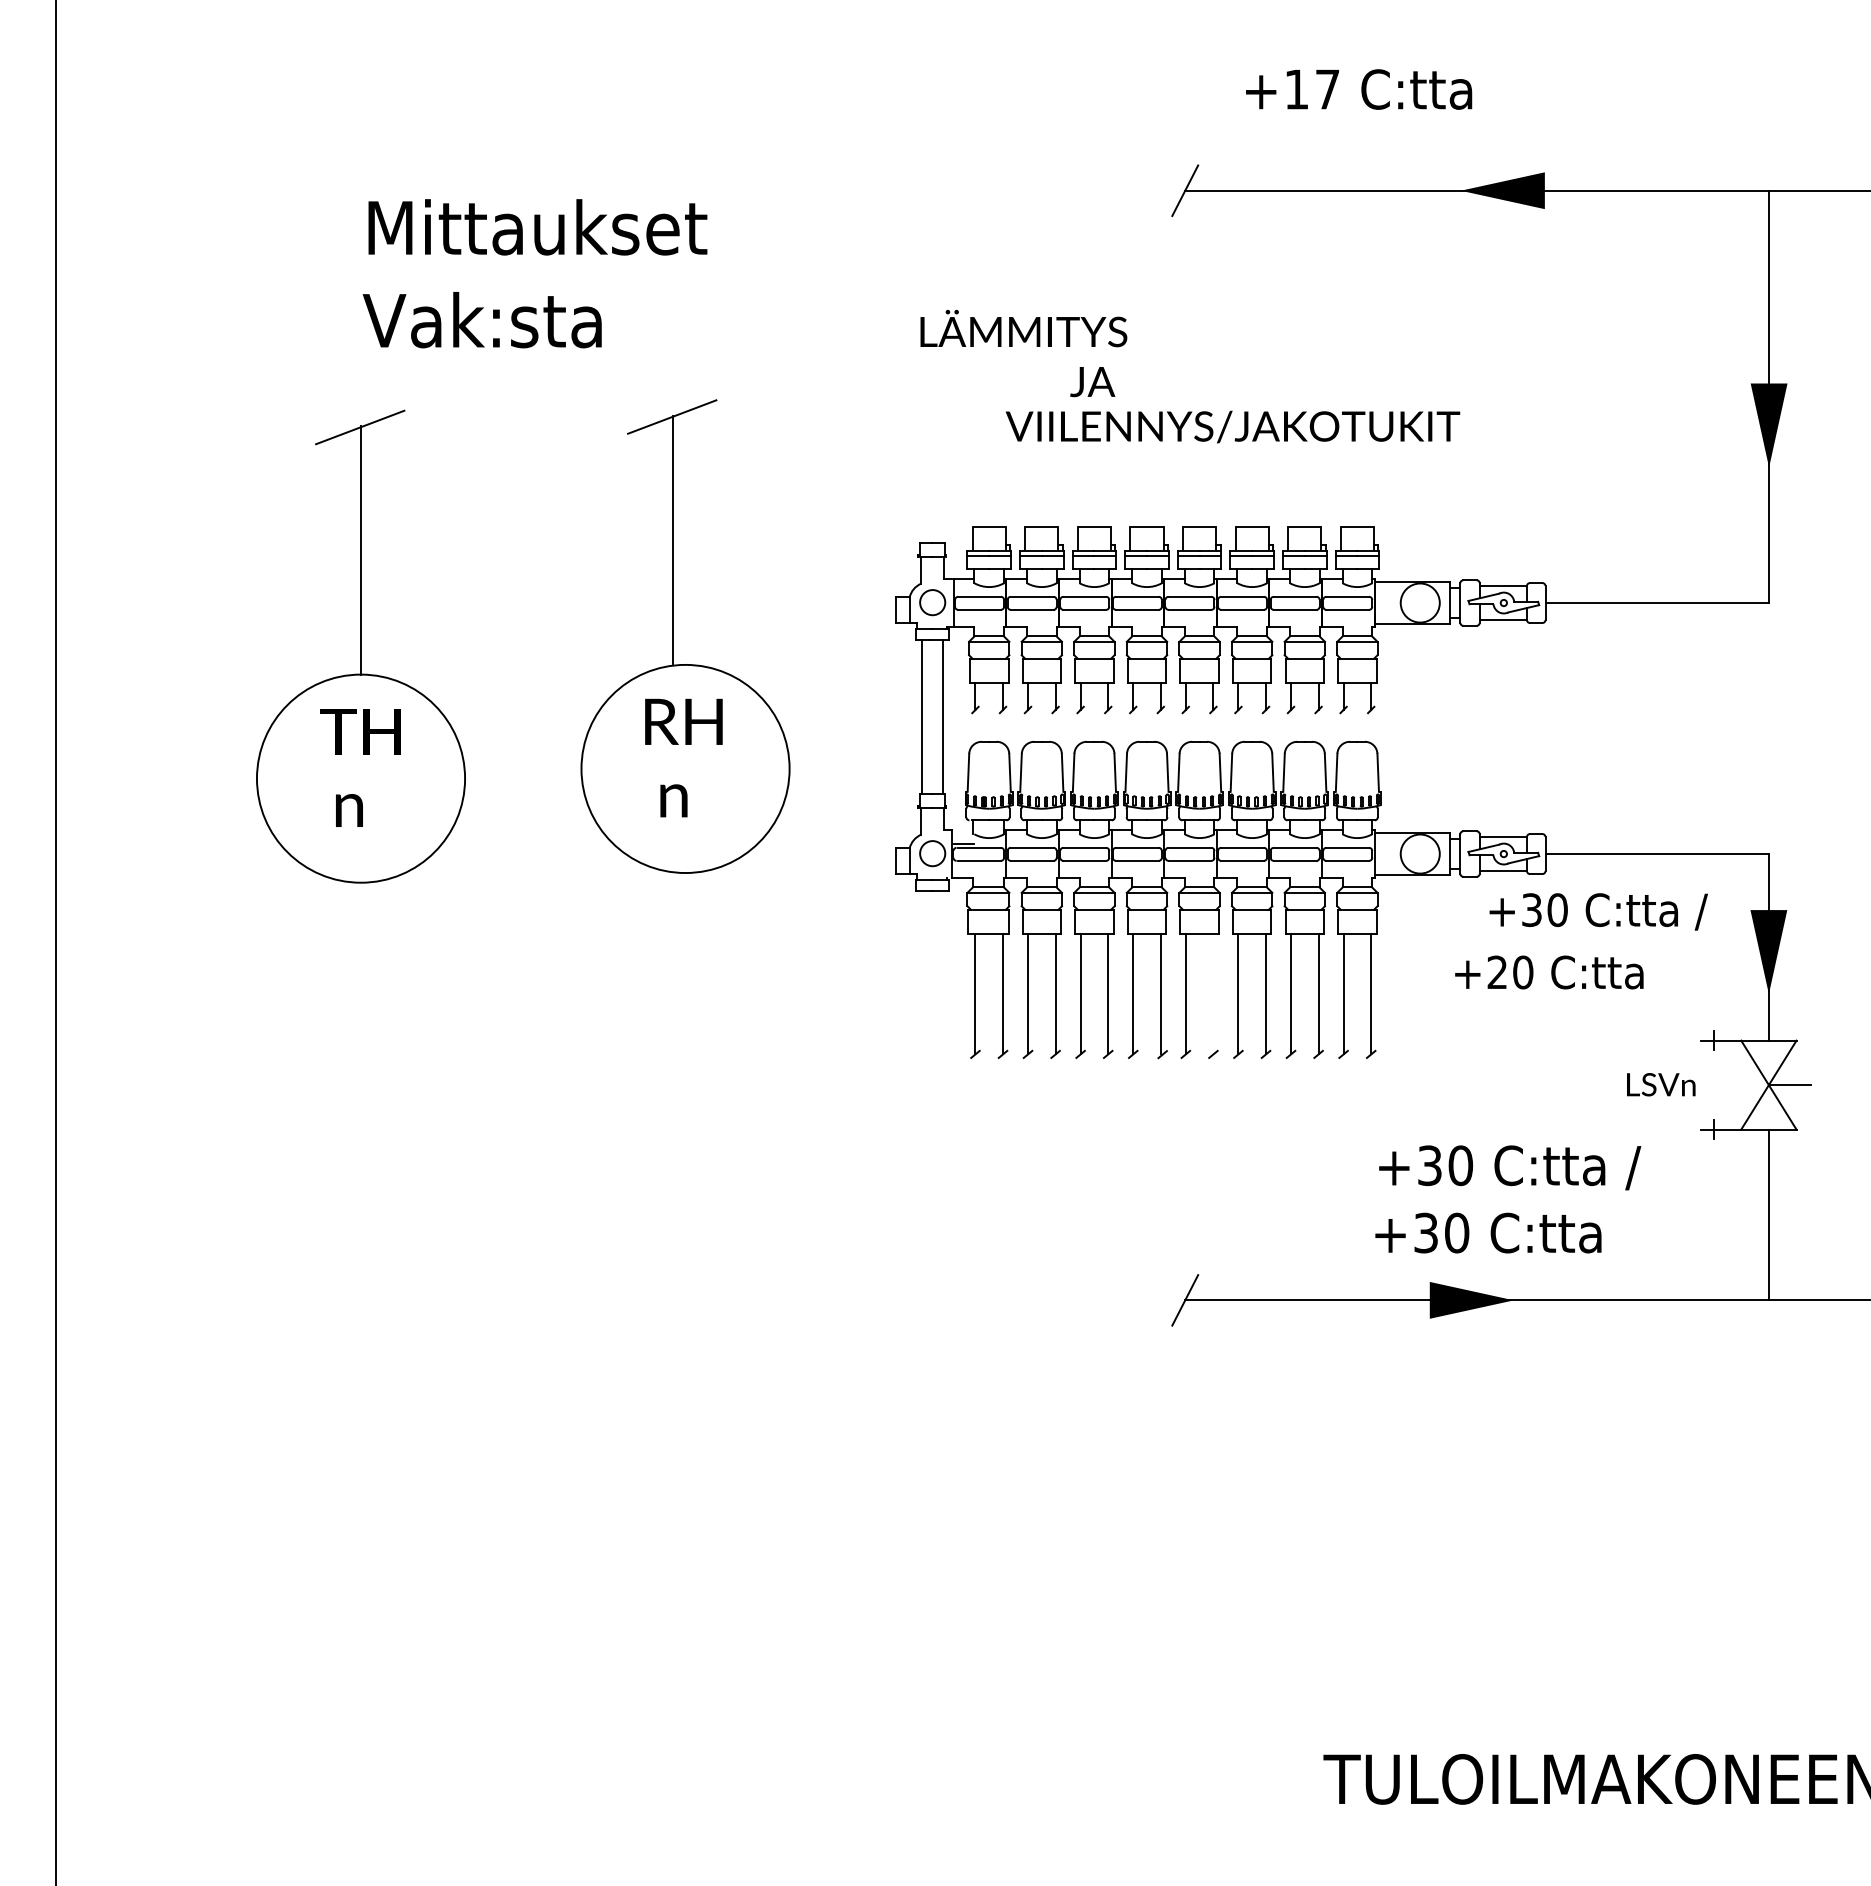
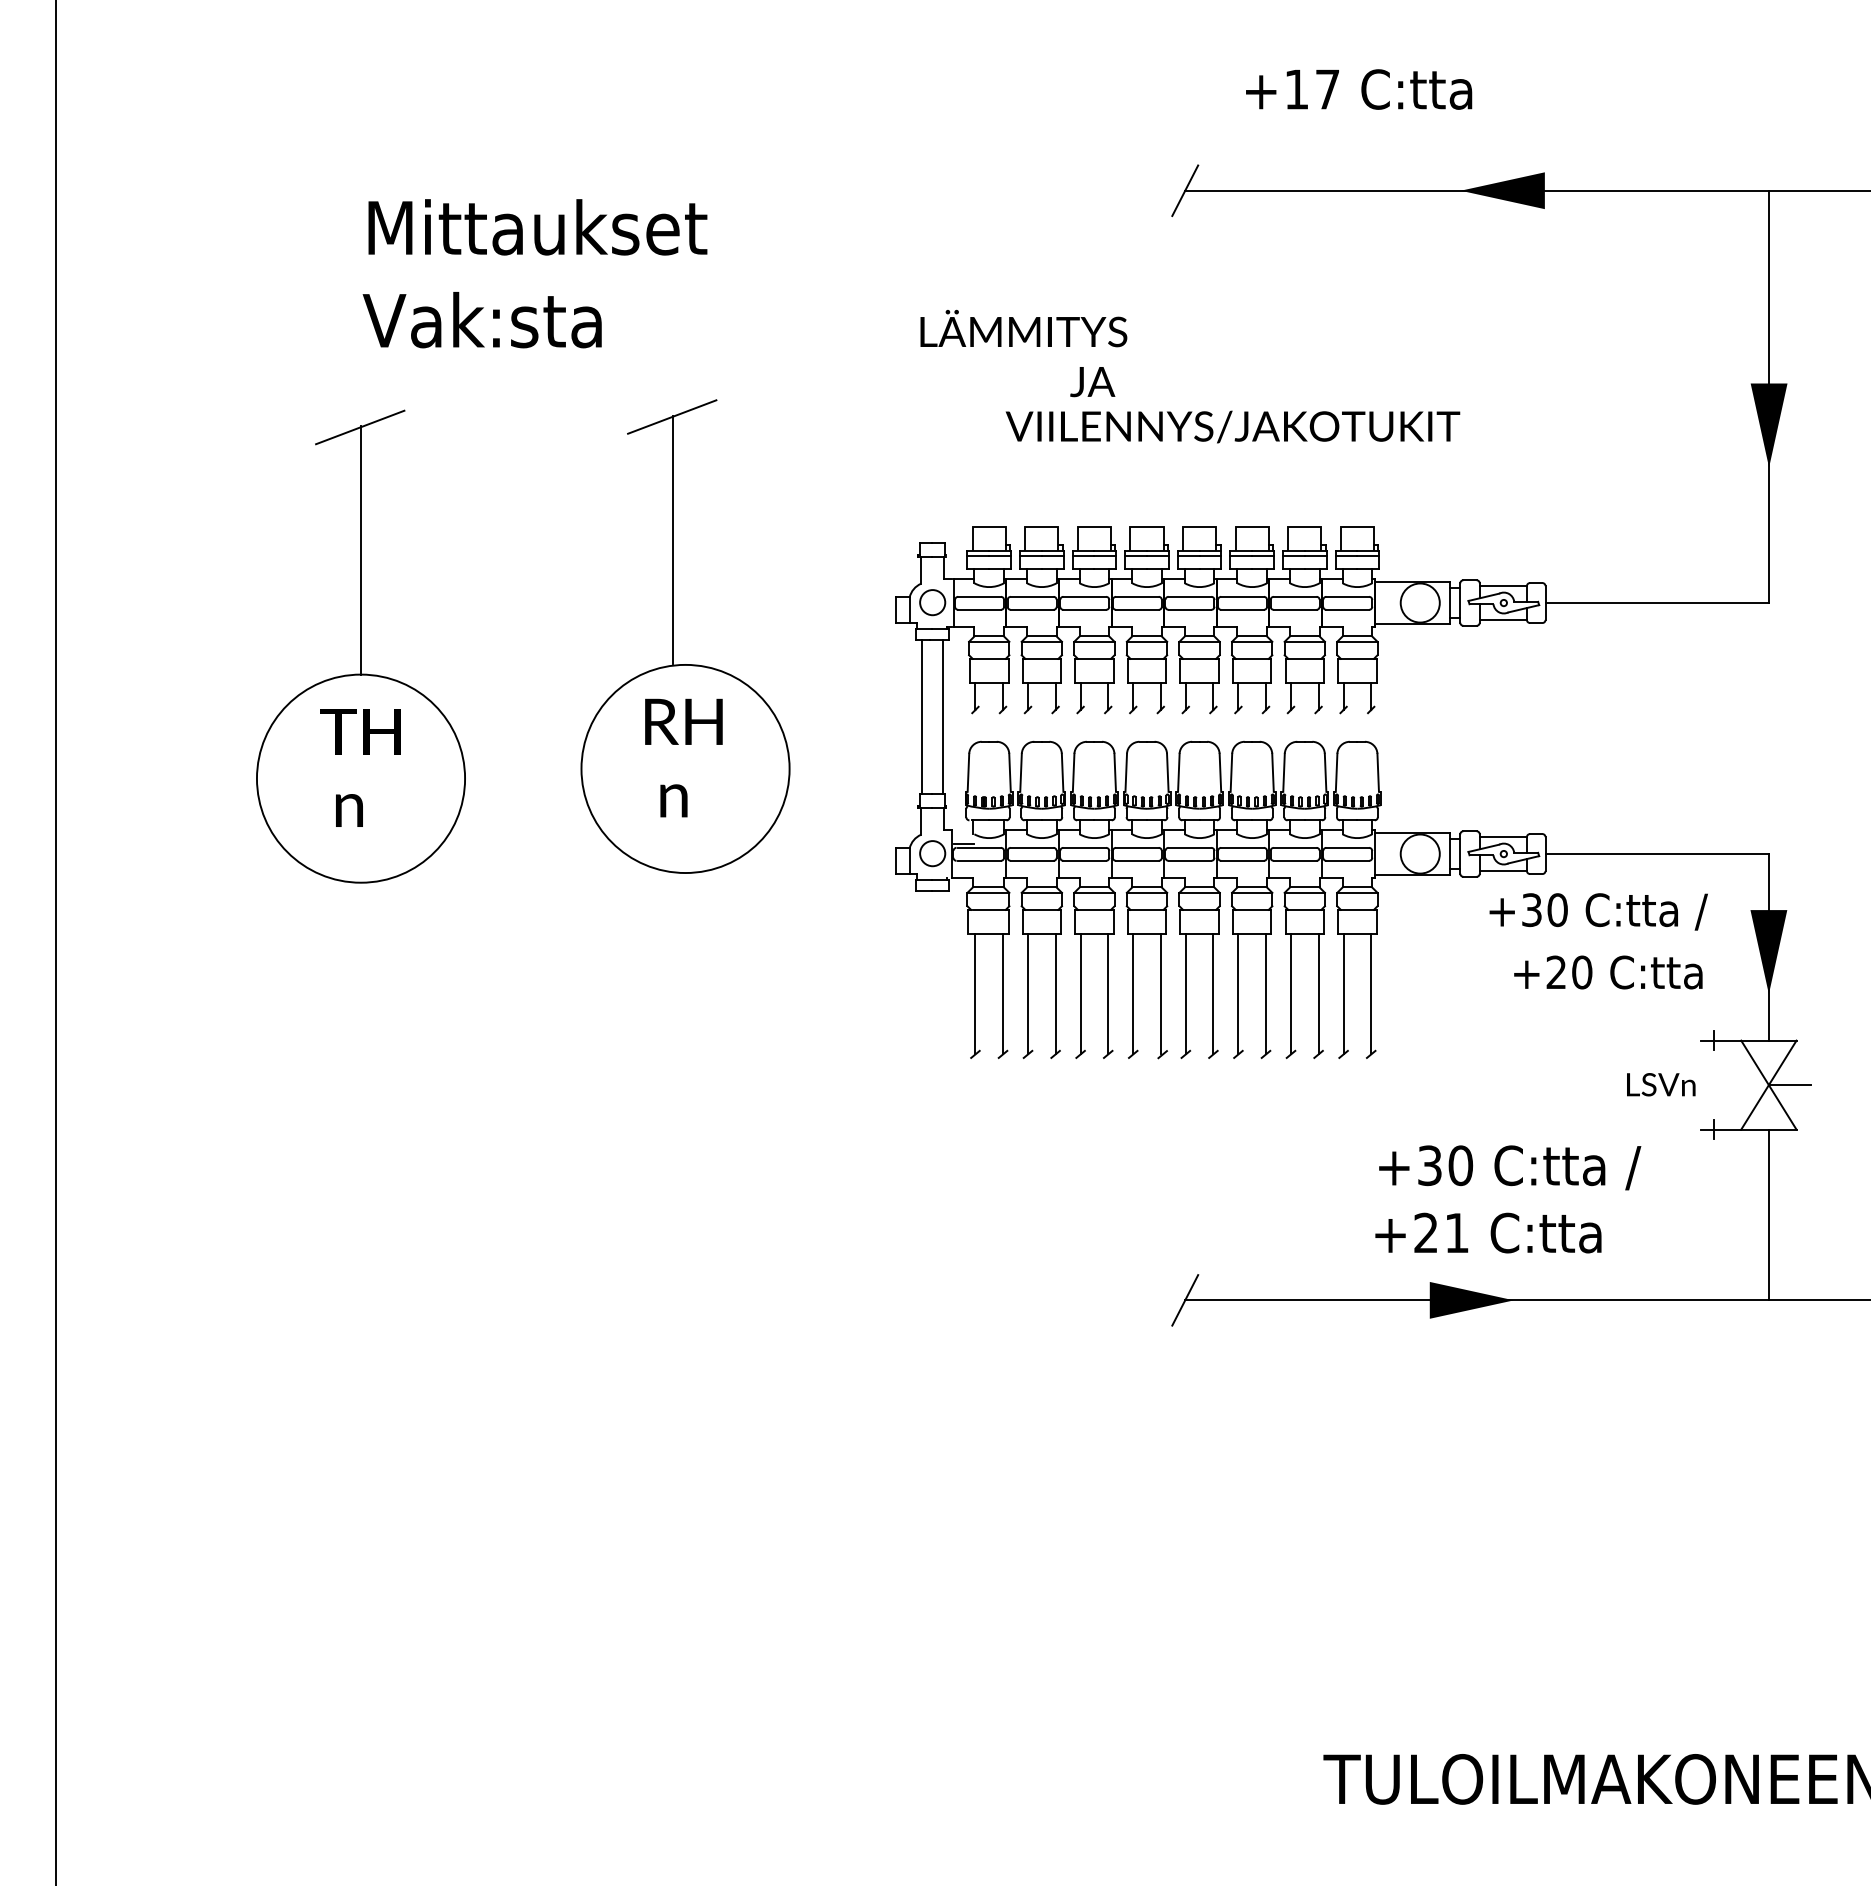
text at (1549, 972) position: (1549, 972) -> (1608, 972)
line at (1213, 994): none -> present
text at (1441, 1232): +30 -> +21
